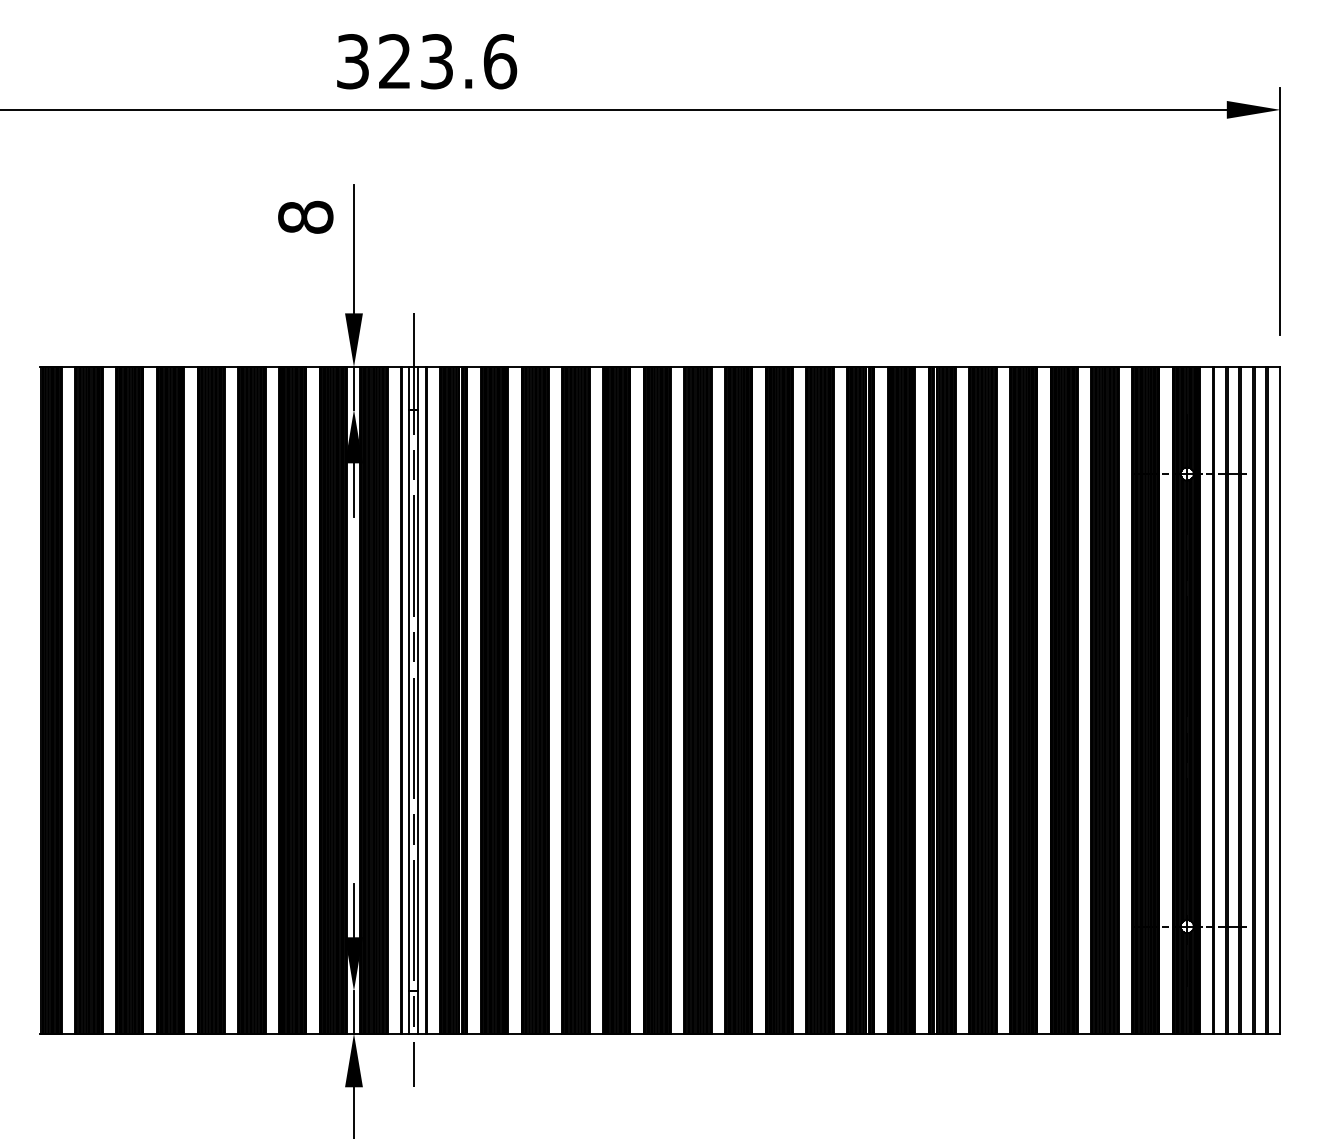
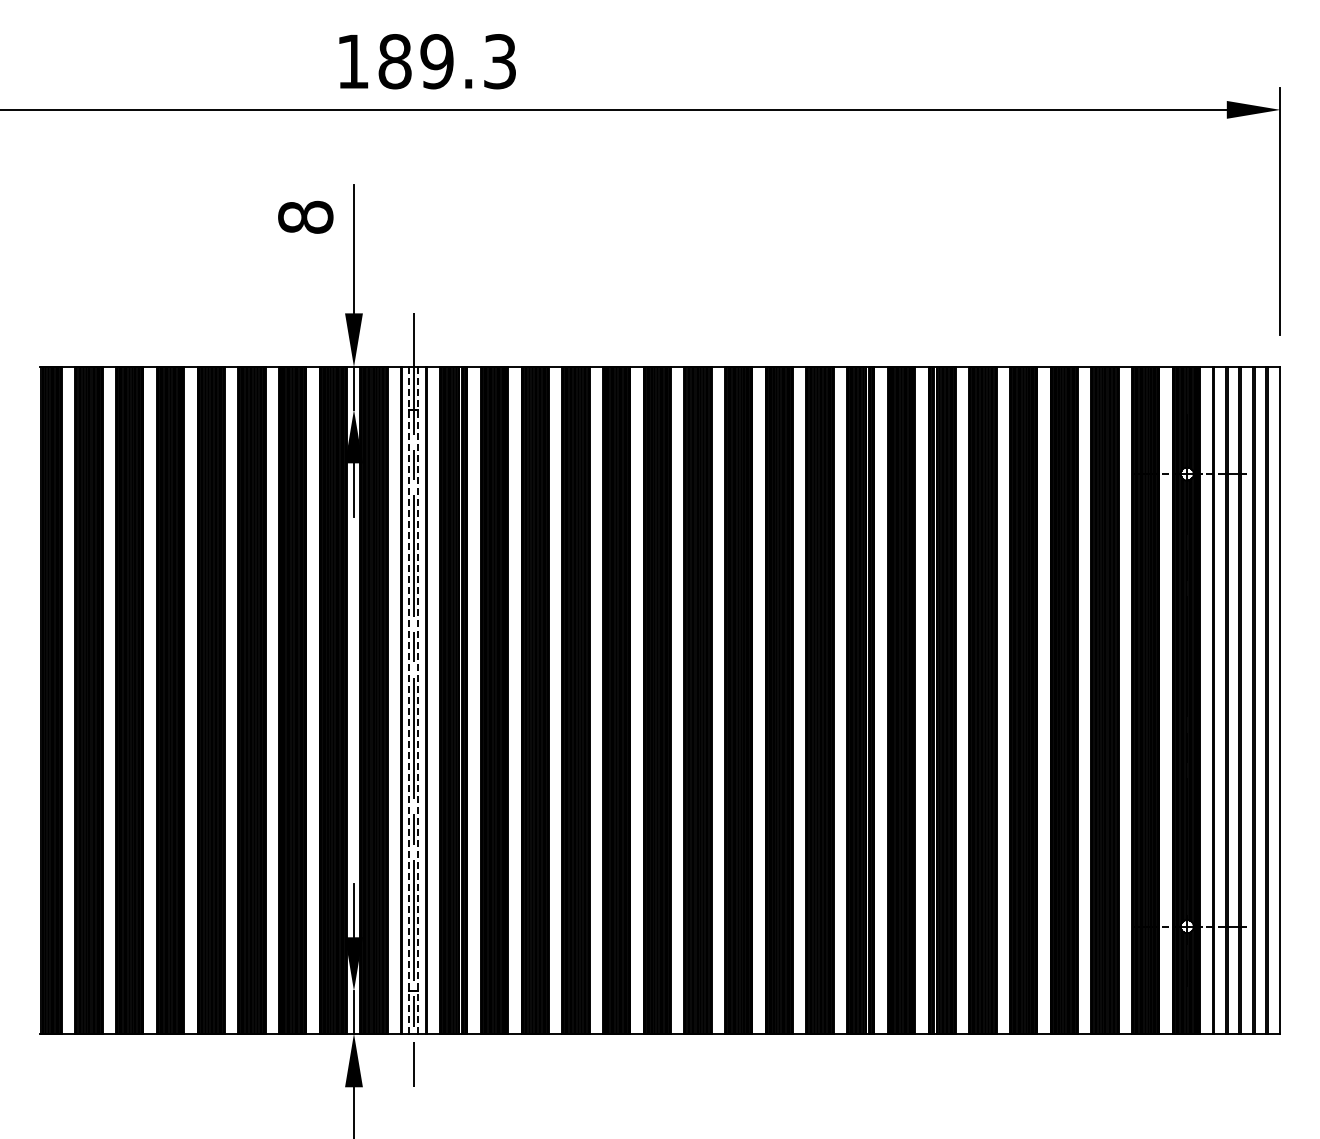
text at (427, 61): 323.6 -> 189.3
line at (409, 699): solid -> dashed
line at (418, 699): solid -> dashed
